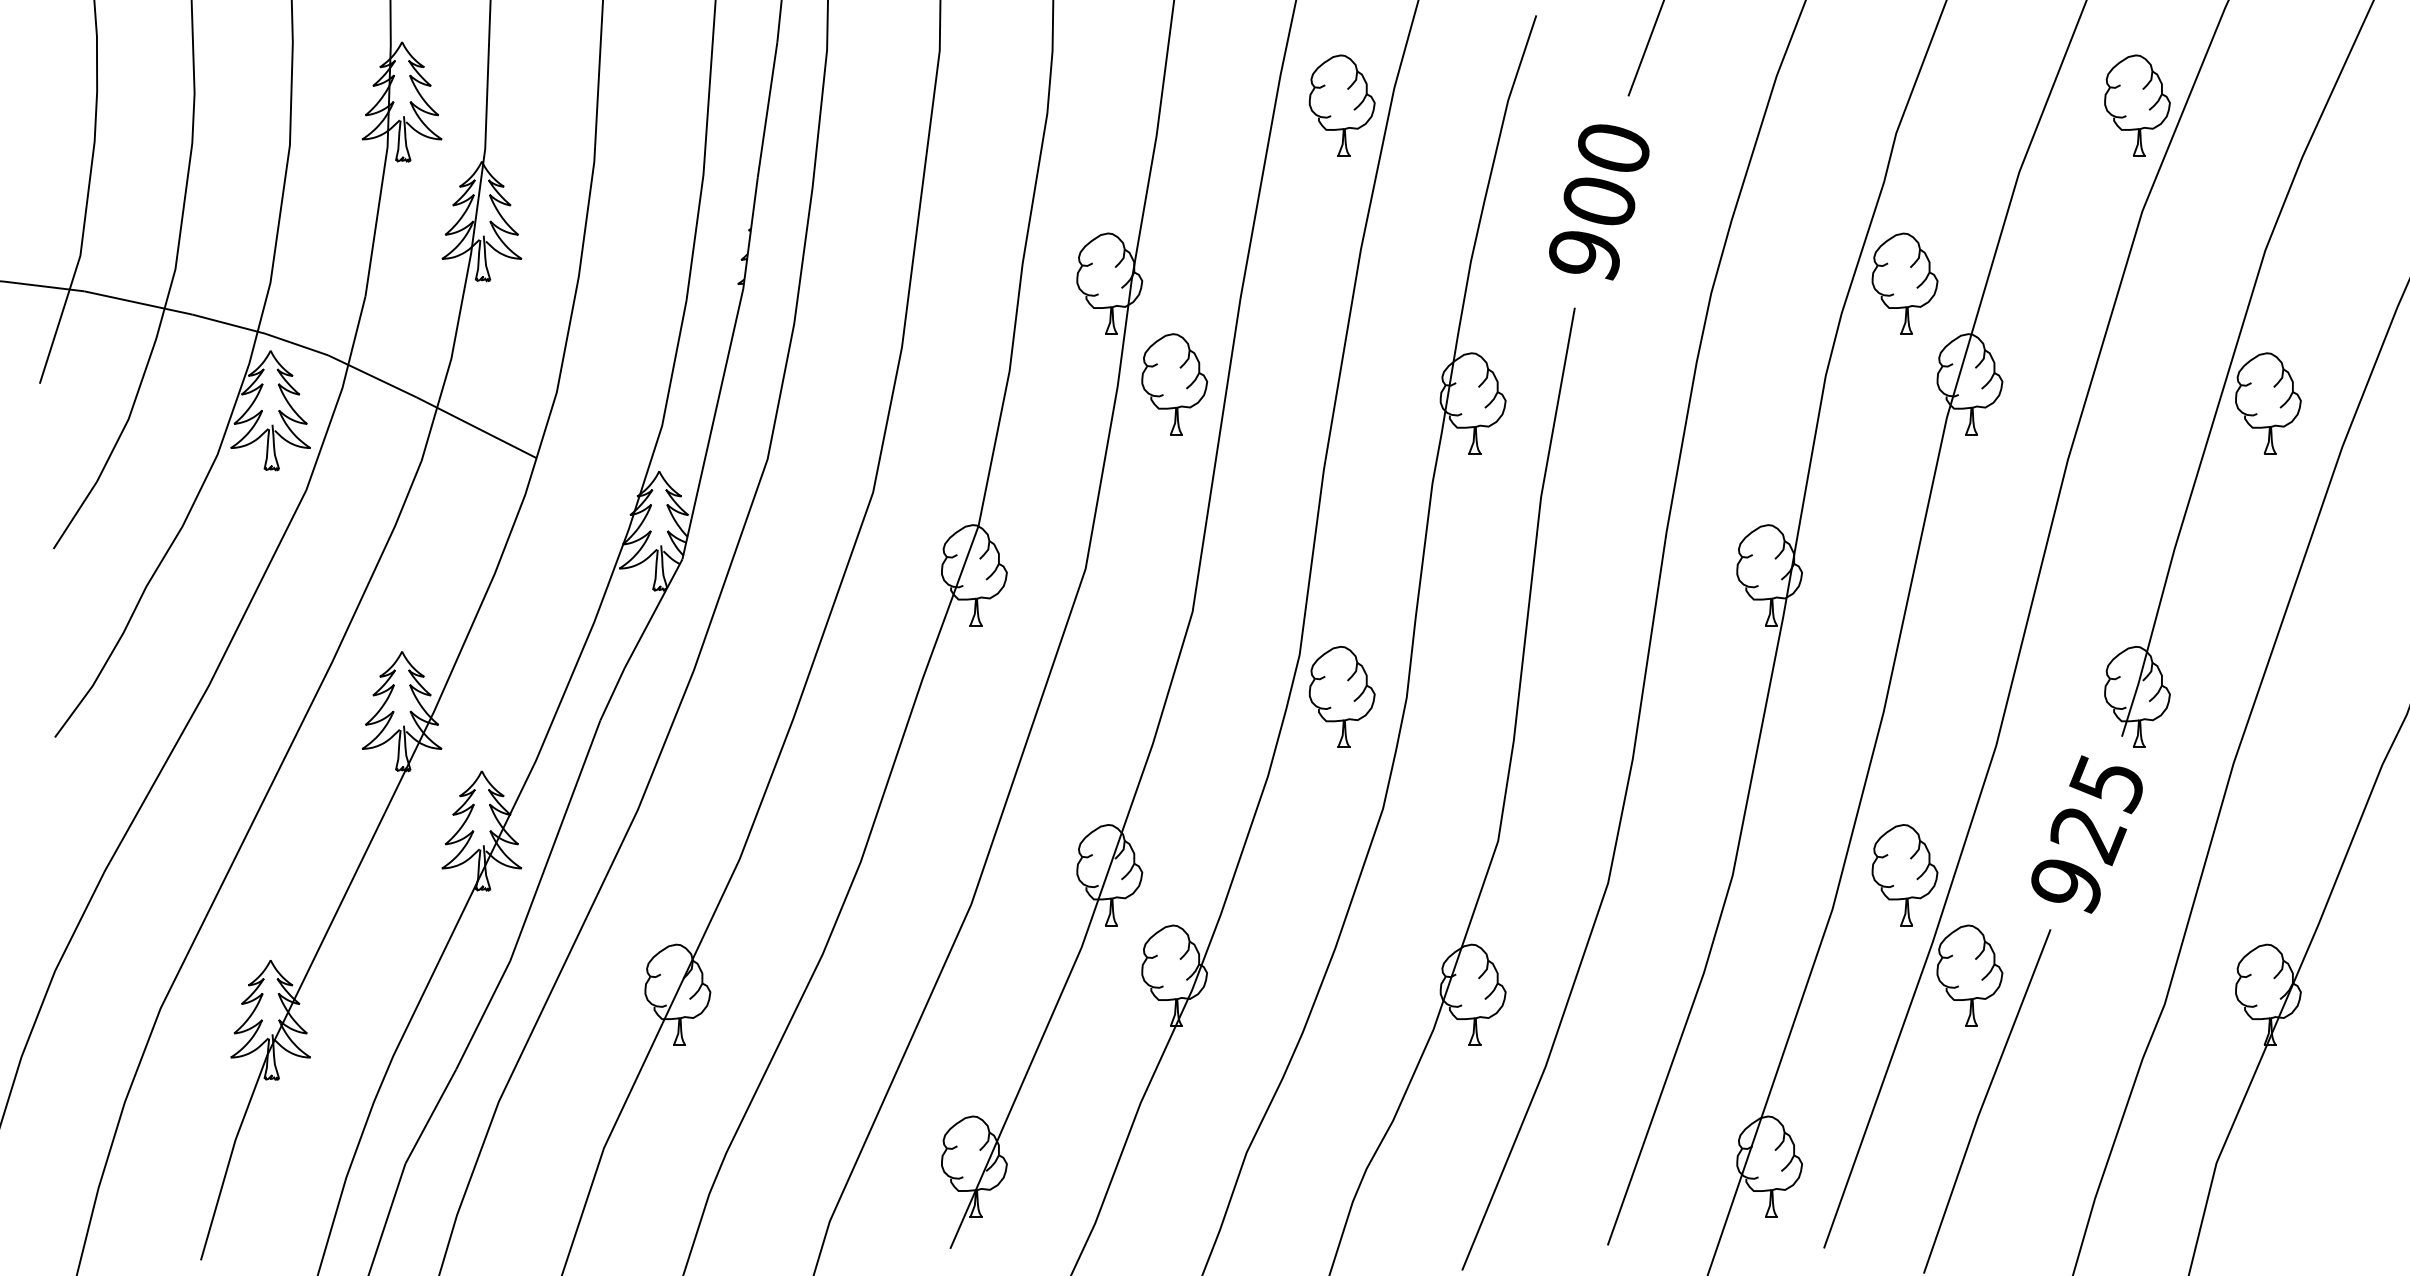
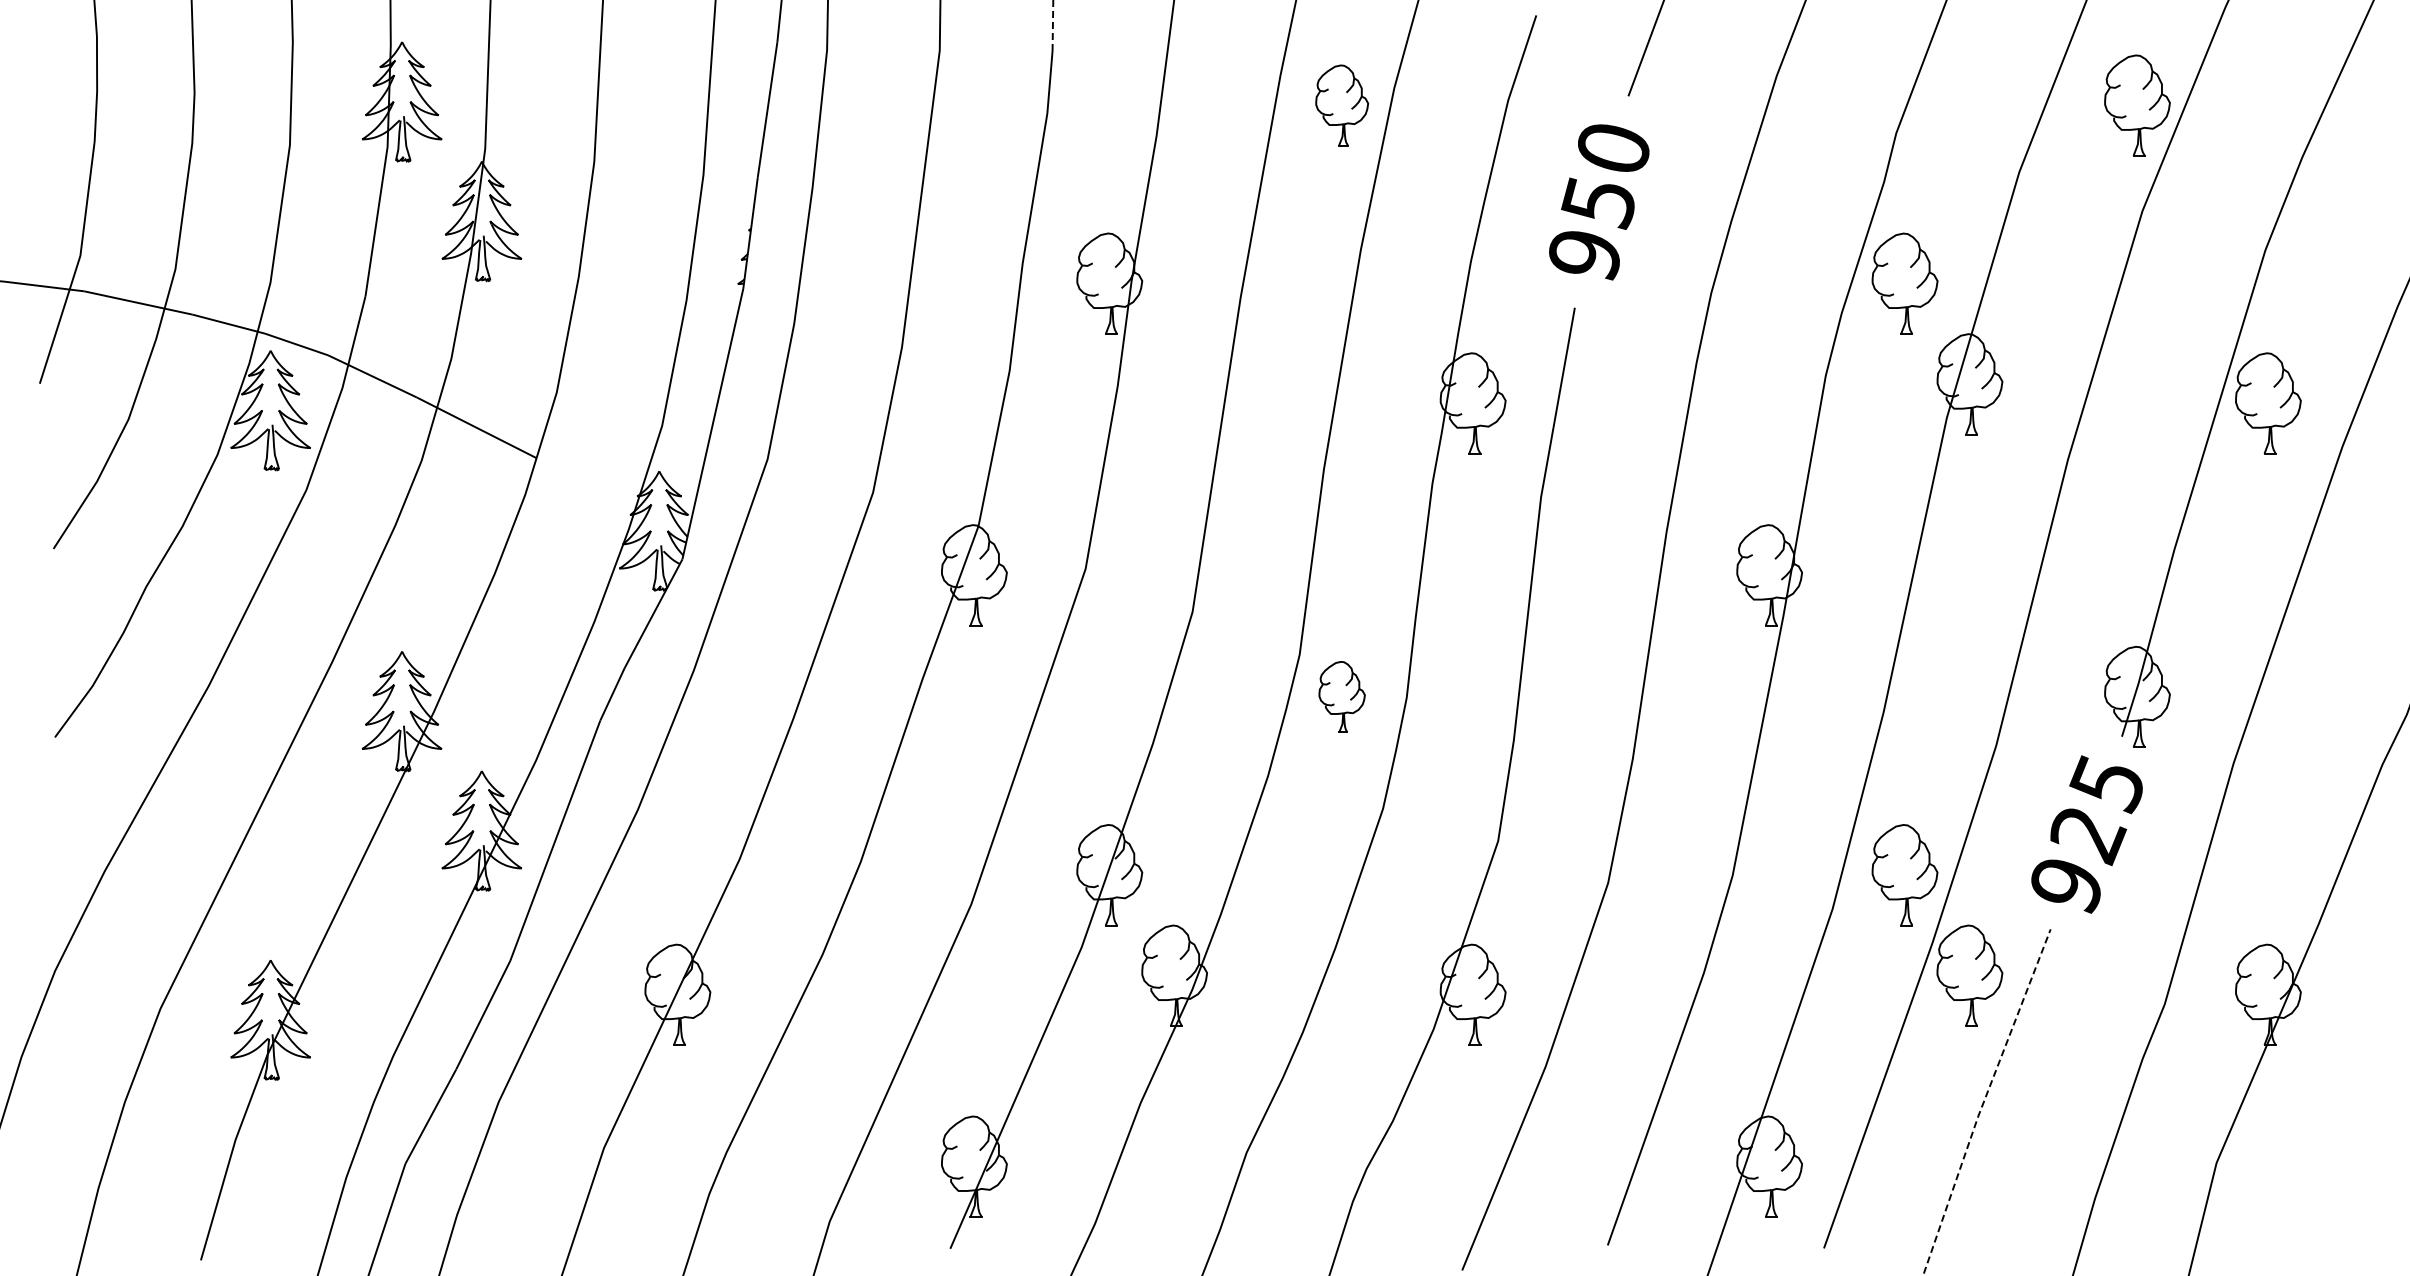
line at (1052, 25): solid -> dashed
part at (1341, 105) size: 68x103 px -> 55x83 px
text at (1598, 203): 900 -> 950
part at (1174, 384): present -> none
part at (1341, 696) size: 68x102 px -> 48x72 px
line at (1984, 1100): solid -> dashed
